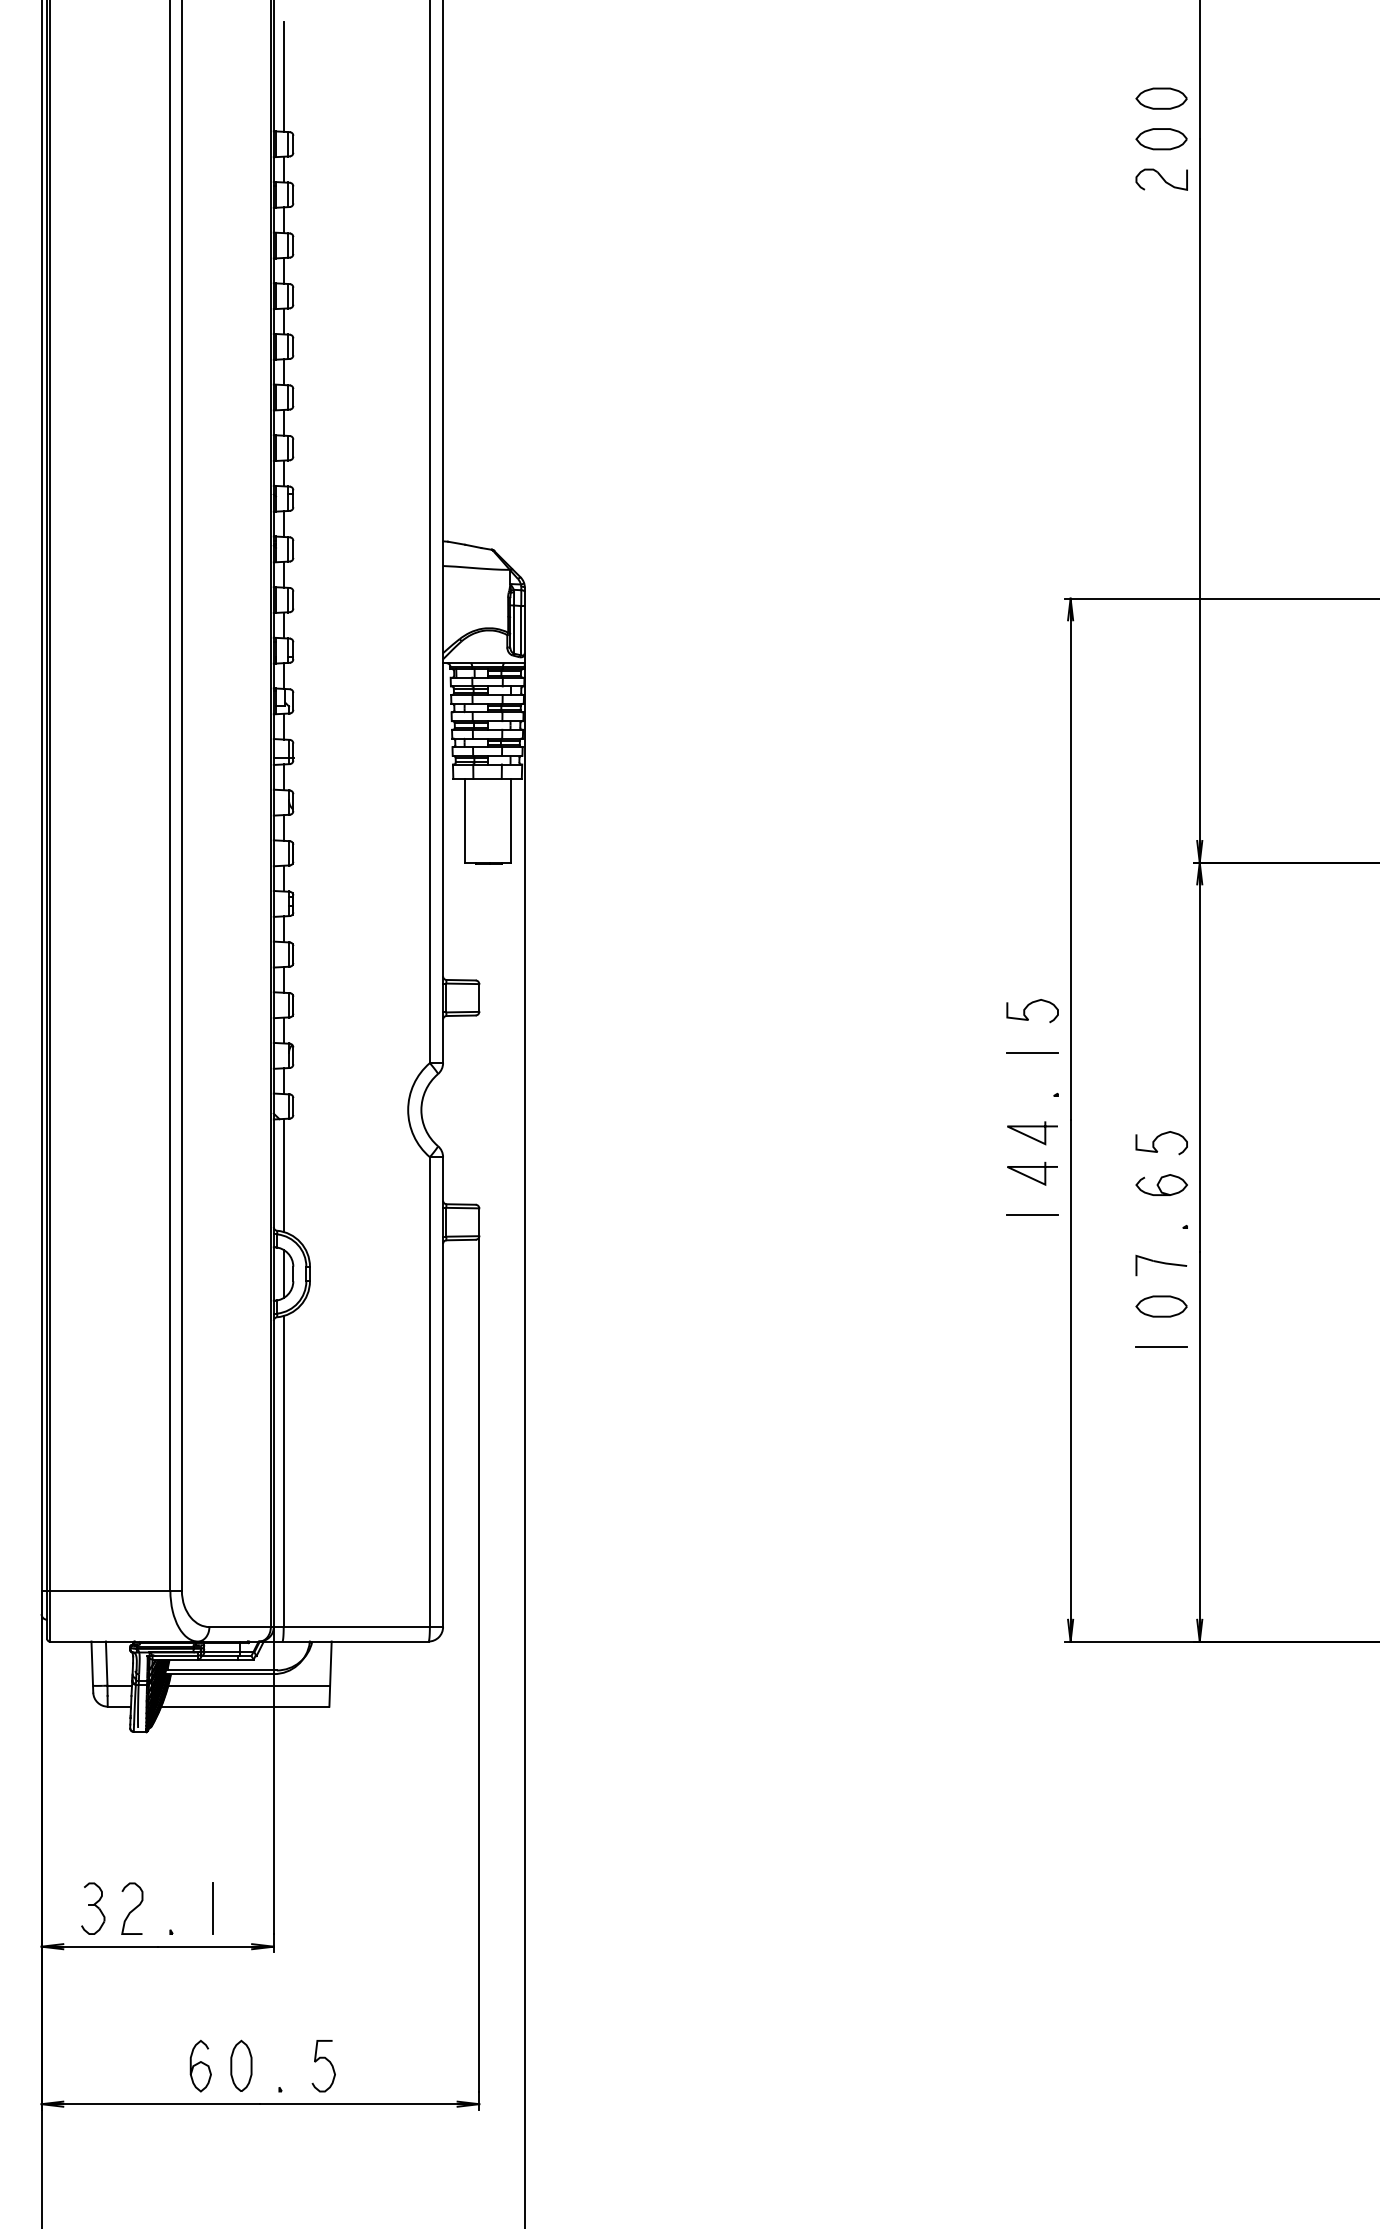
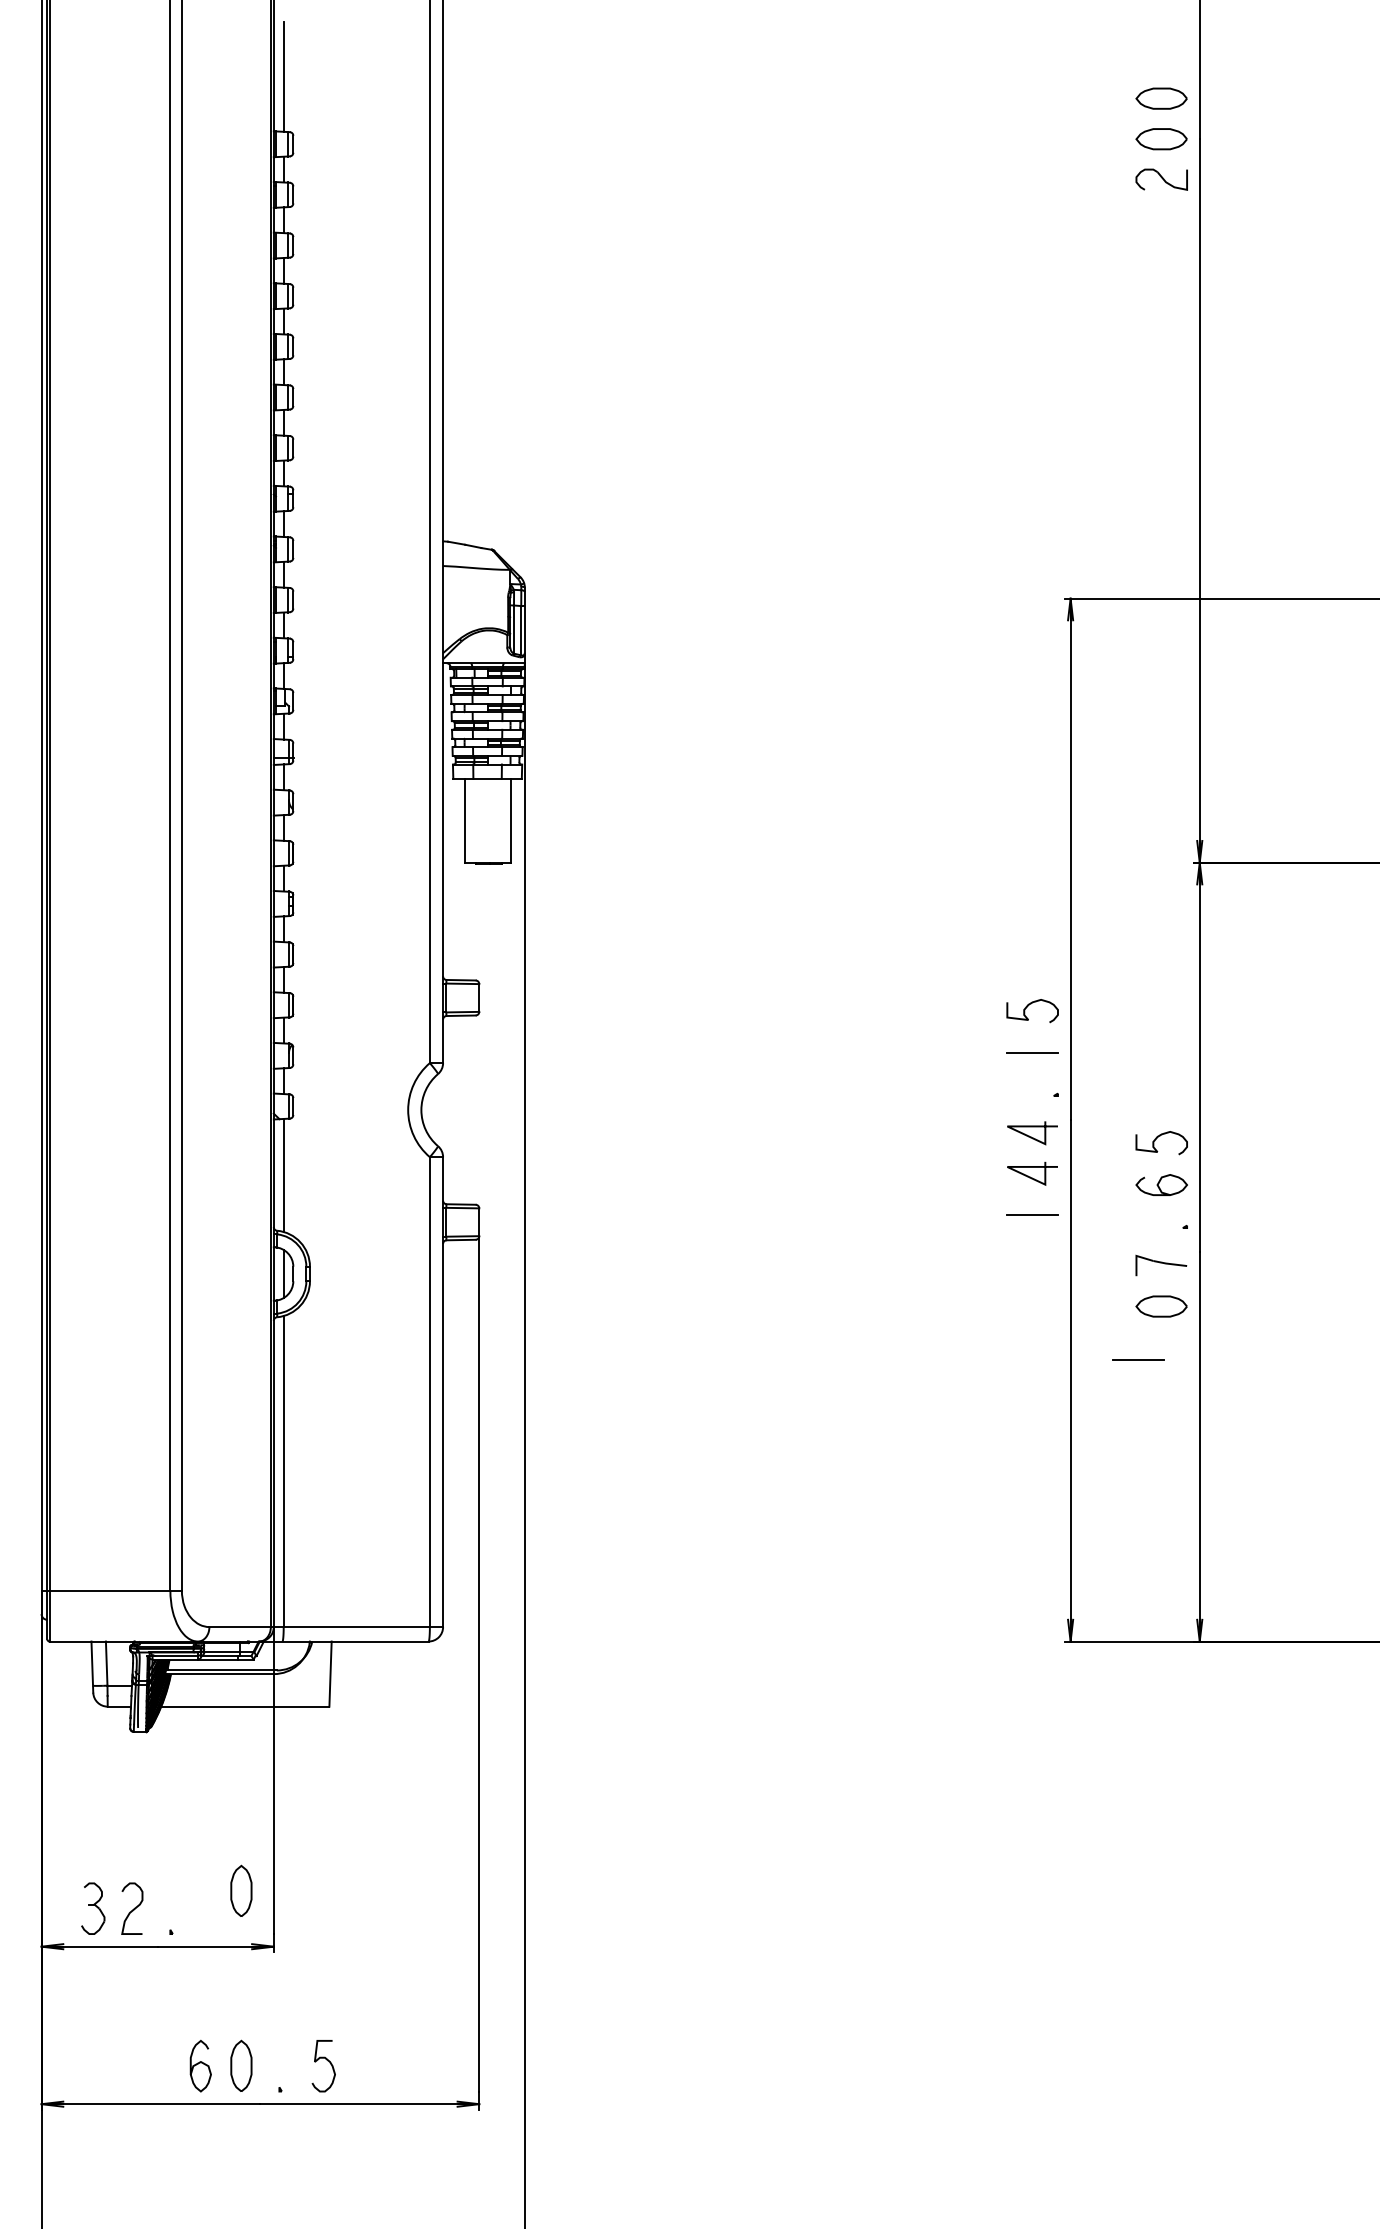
line at (1161, 1346) position: (1161, 1346) -> (1138, 1359)
line at (249, 1685): present -> none
part at (241, 1890): none -> present
line at (213, 1908): present -> none
